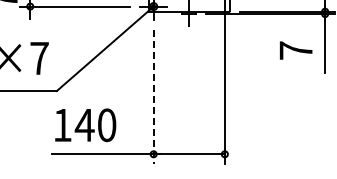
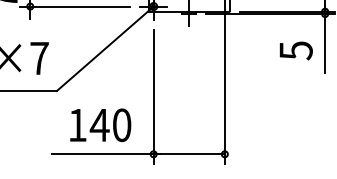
text at (295, 50): 7 -> 5
line at (153, 97): dashed -> solid
text at (85, 125) position: (85, 125) -> (100, 125)
